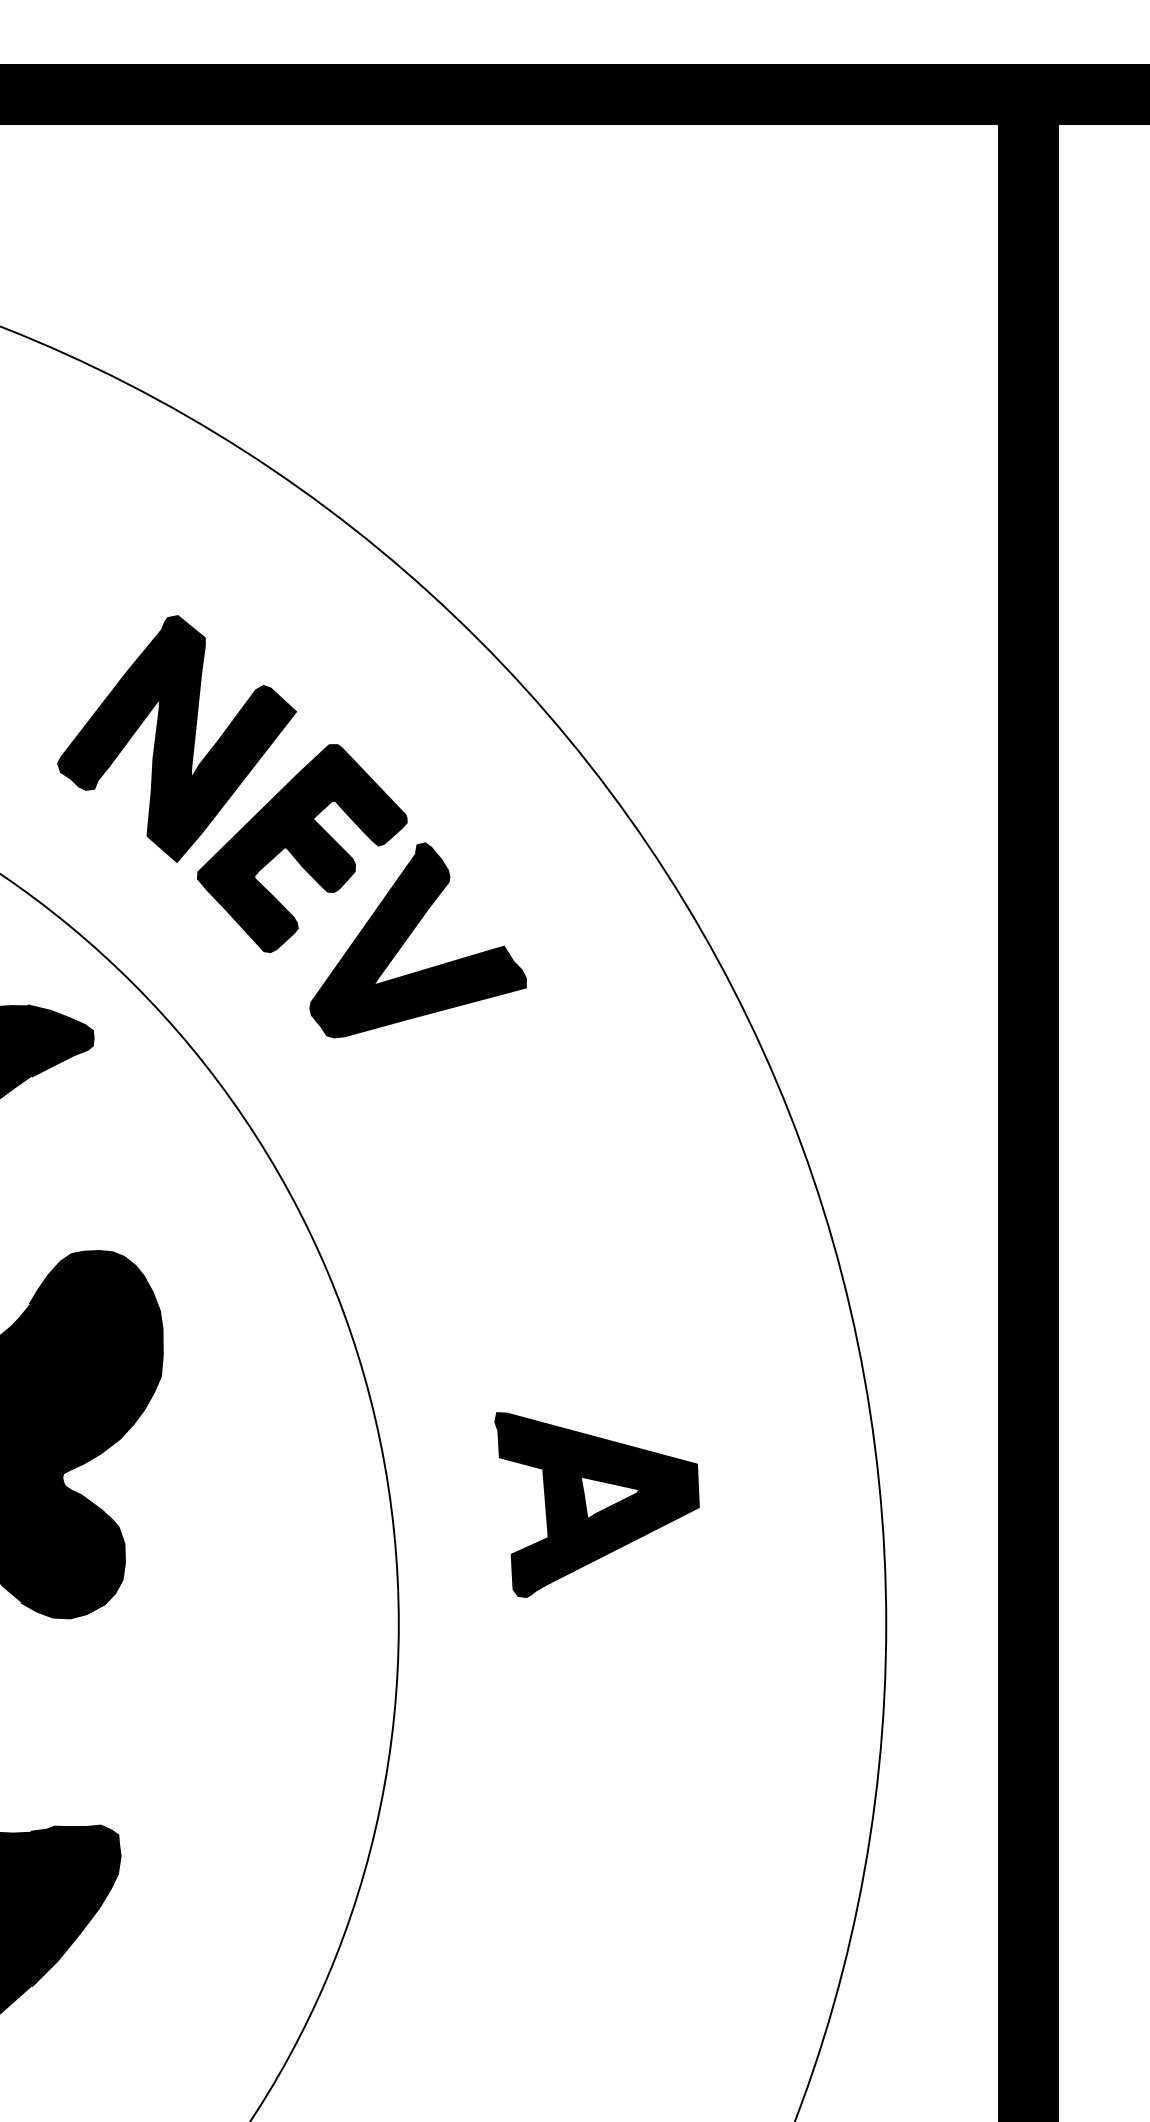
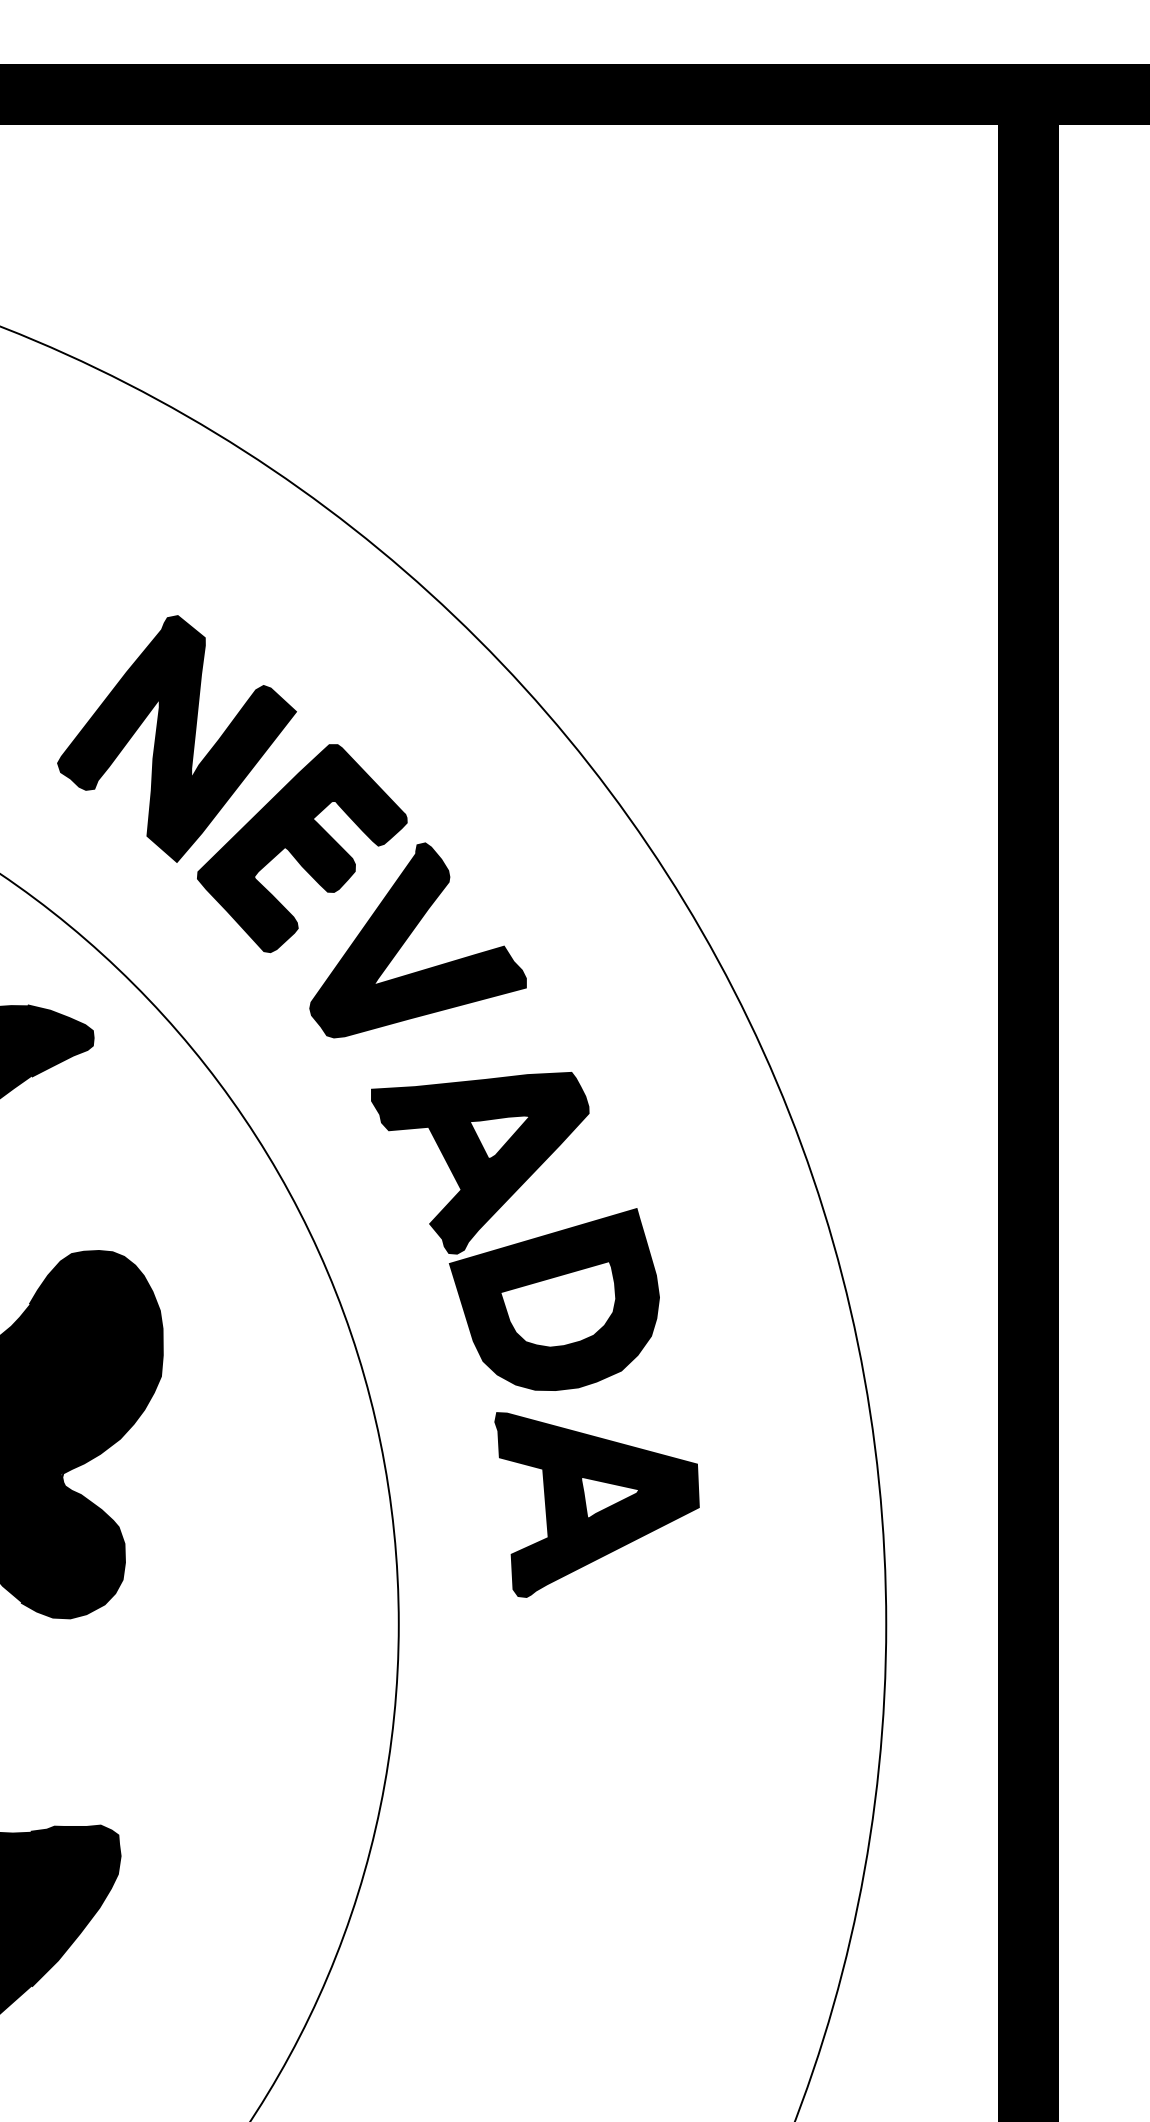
part at (518, 1242): none -> present
